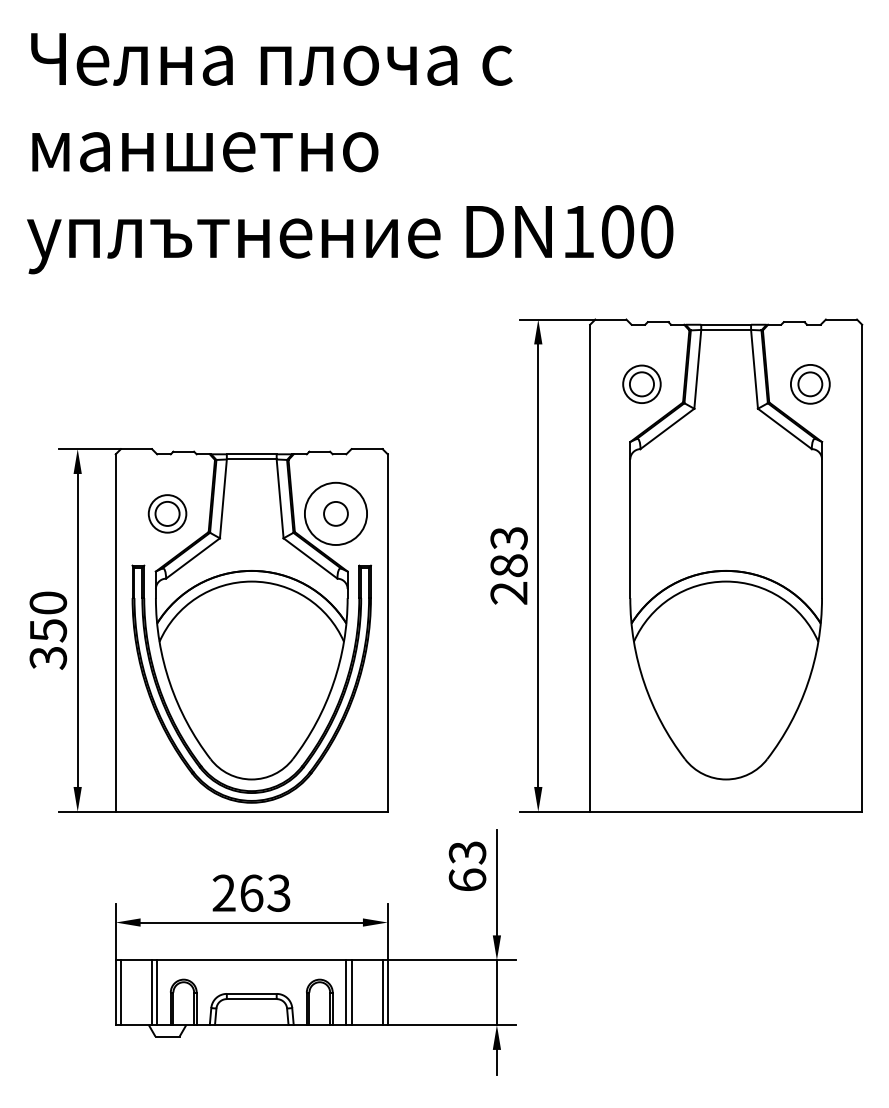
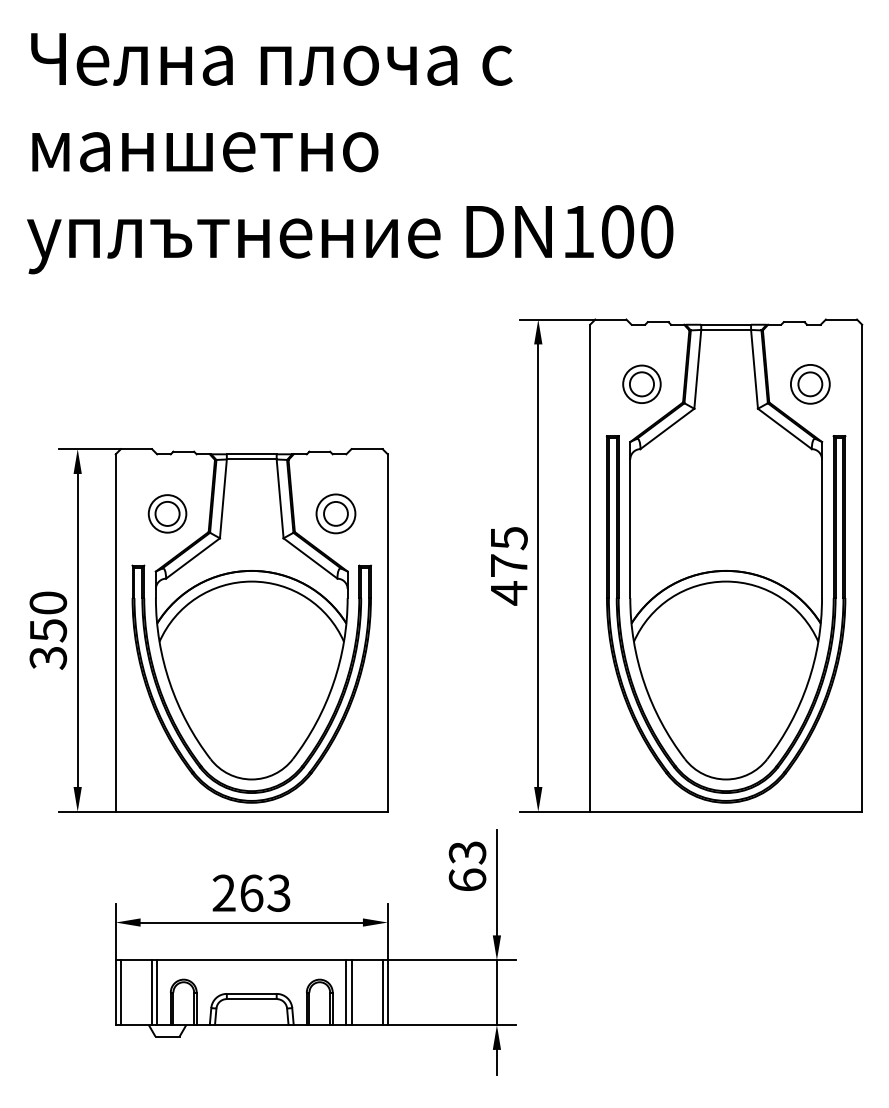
circle at (335, 513) diameter: 62 px -> 39 px
text at (508, 566): 283 -> 475
part at (622, 635): none -> present
